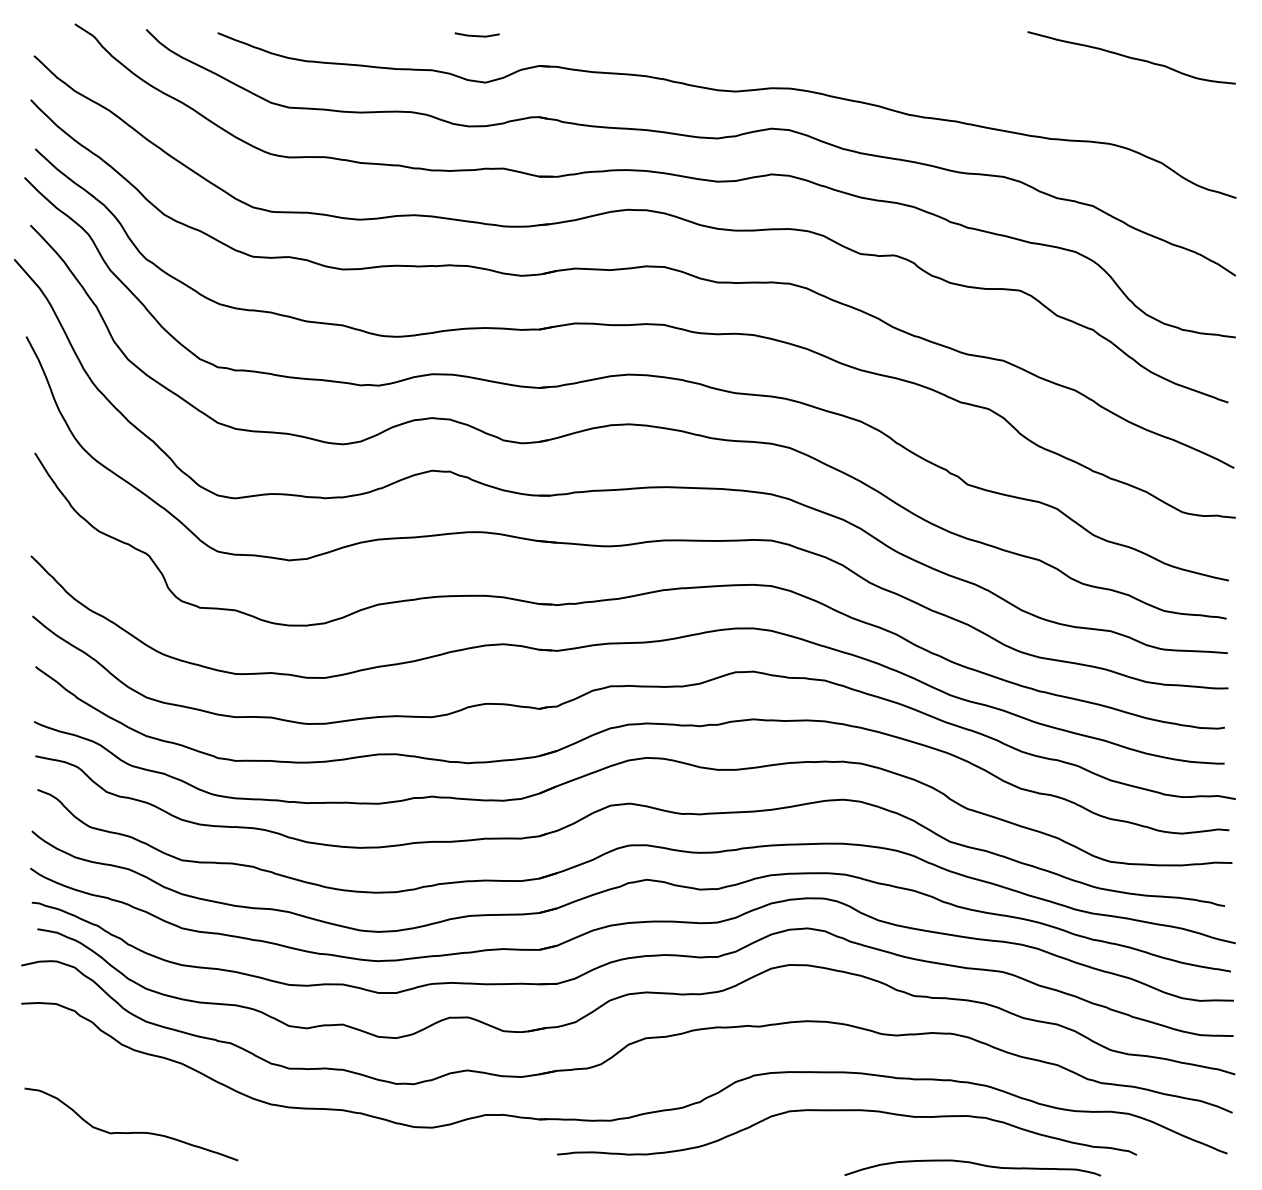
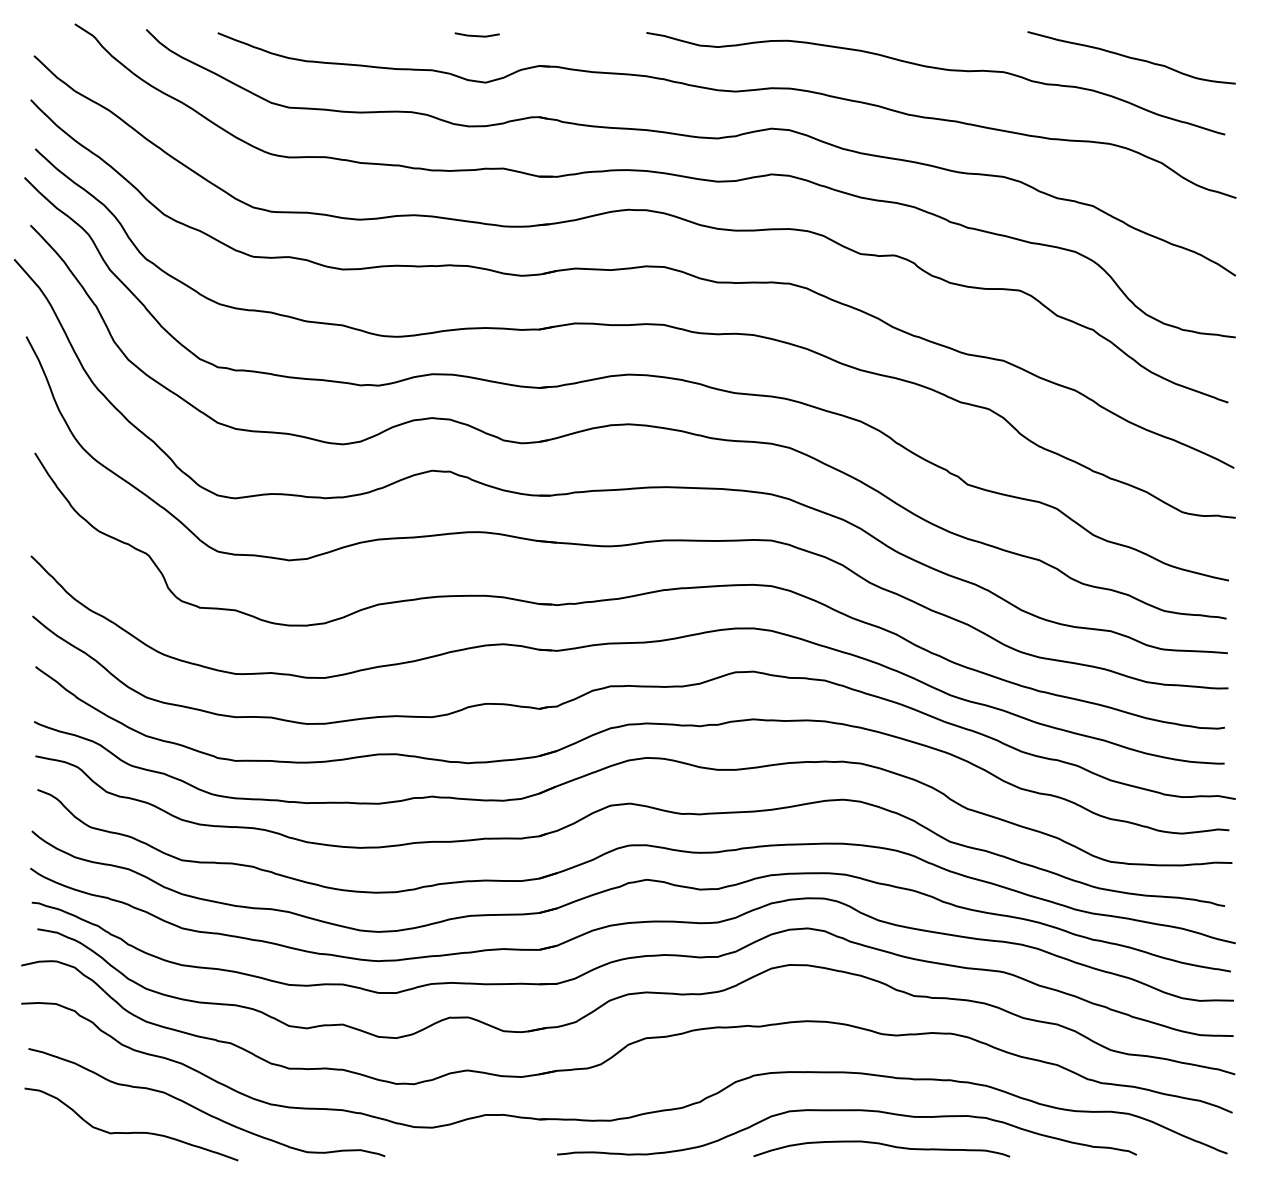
curve at (937, 69): none -> present
curve at (202, 1110): none -> present
curve at (973, 1164) position: (973, 1164) -> (882, 1145)
